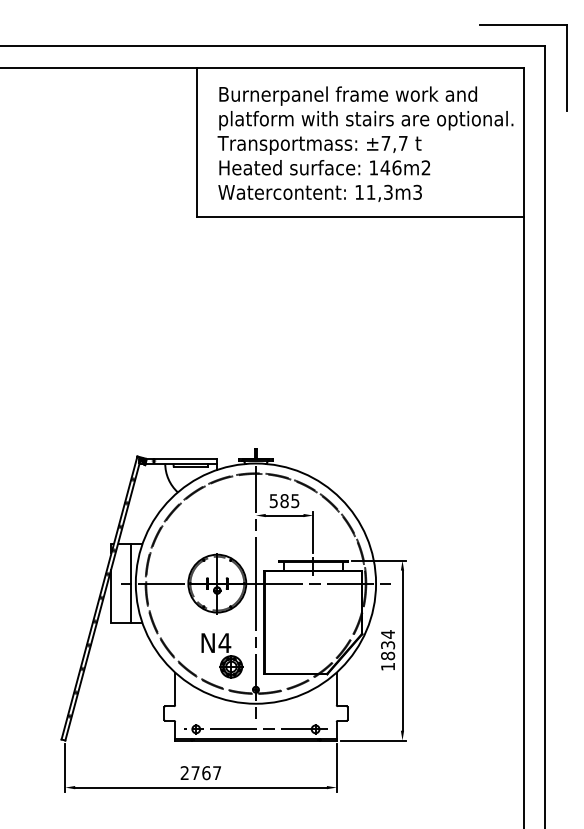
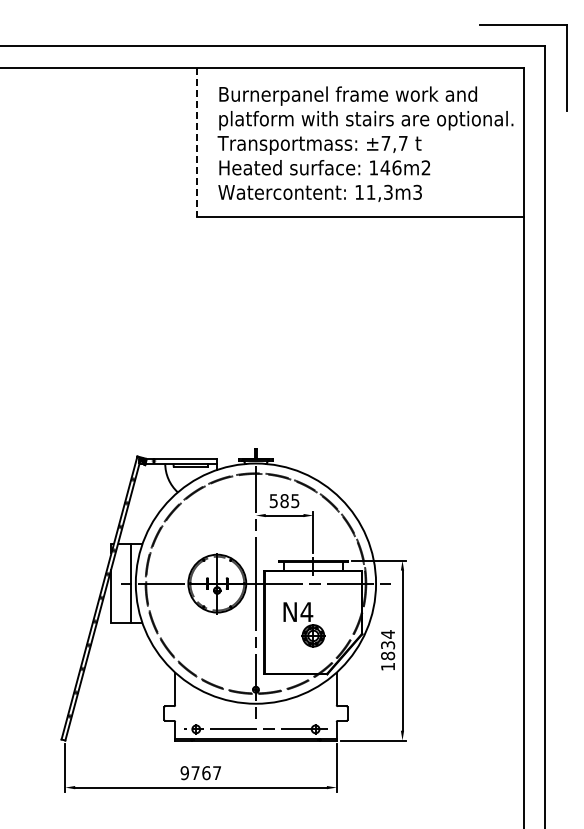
line at (197, 142): solid -> dashed
part at (222, 655) position: (222, 655) -> (304, 624)
text at (184, 773): 2767 -> 9767
